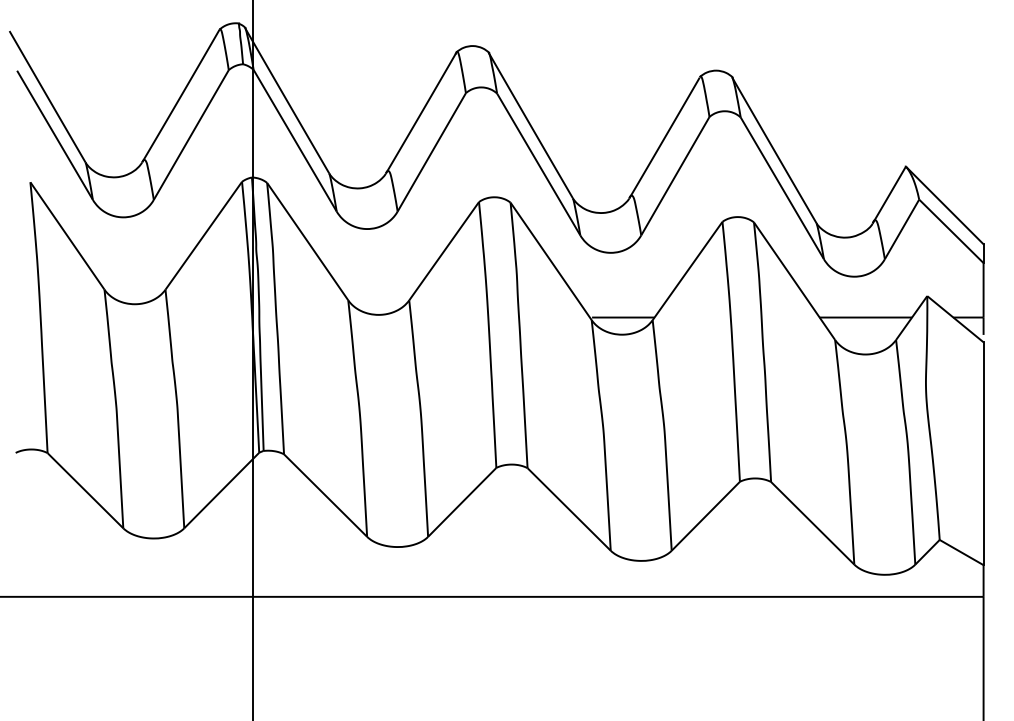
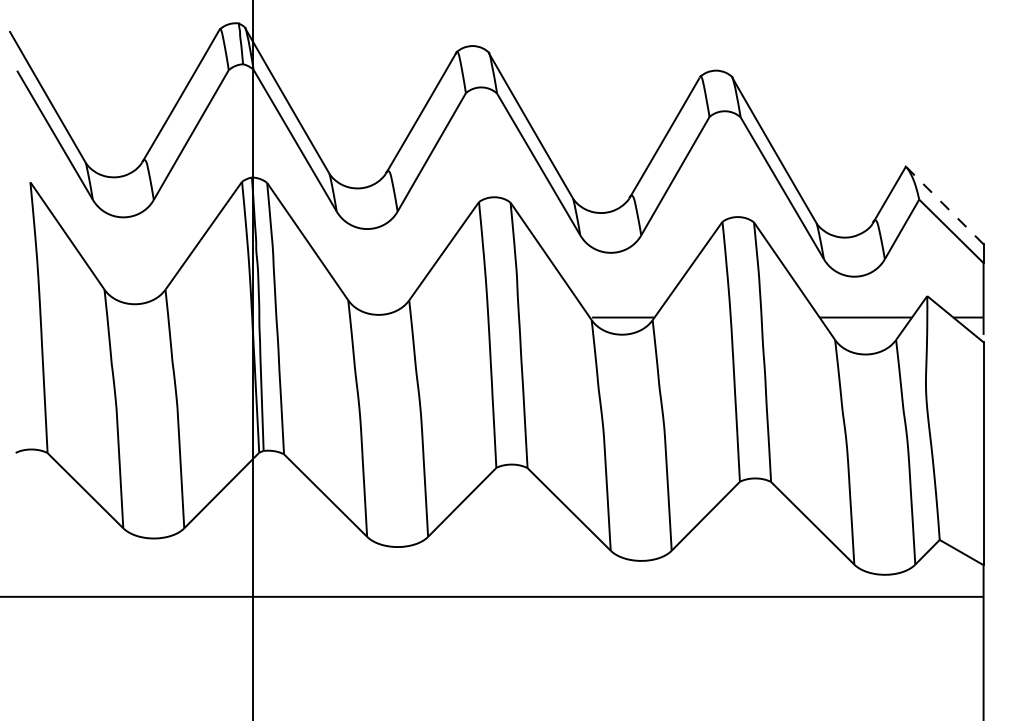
line at (944, 205): solid -> dashed
